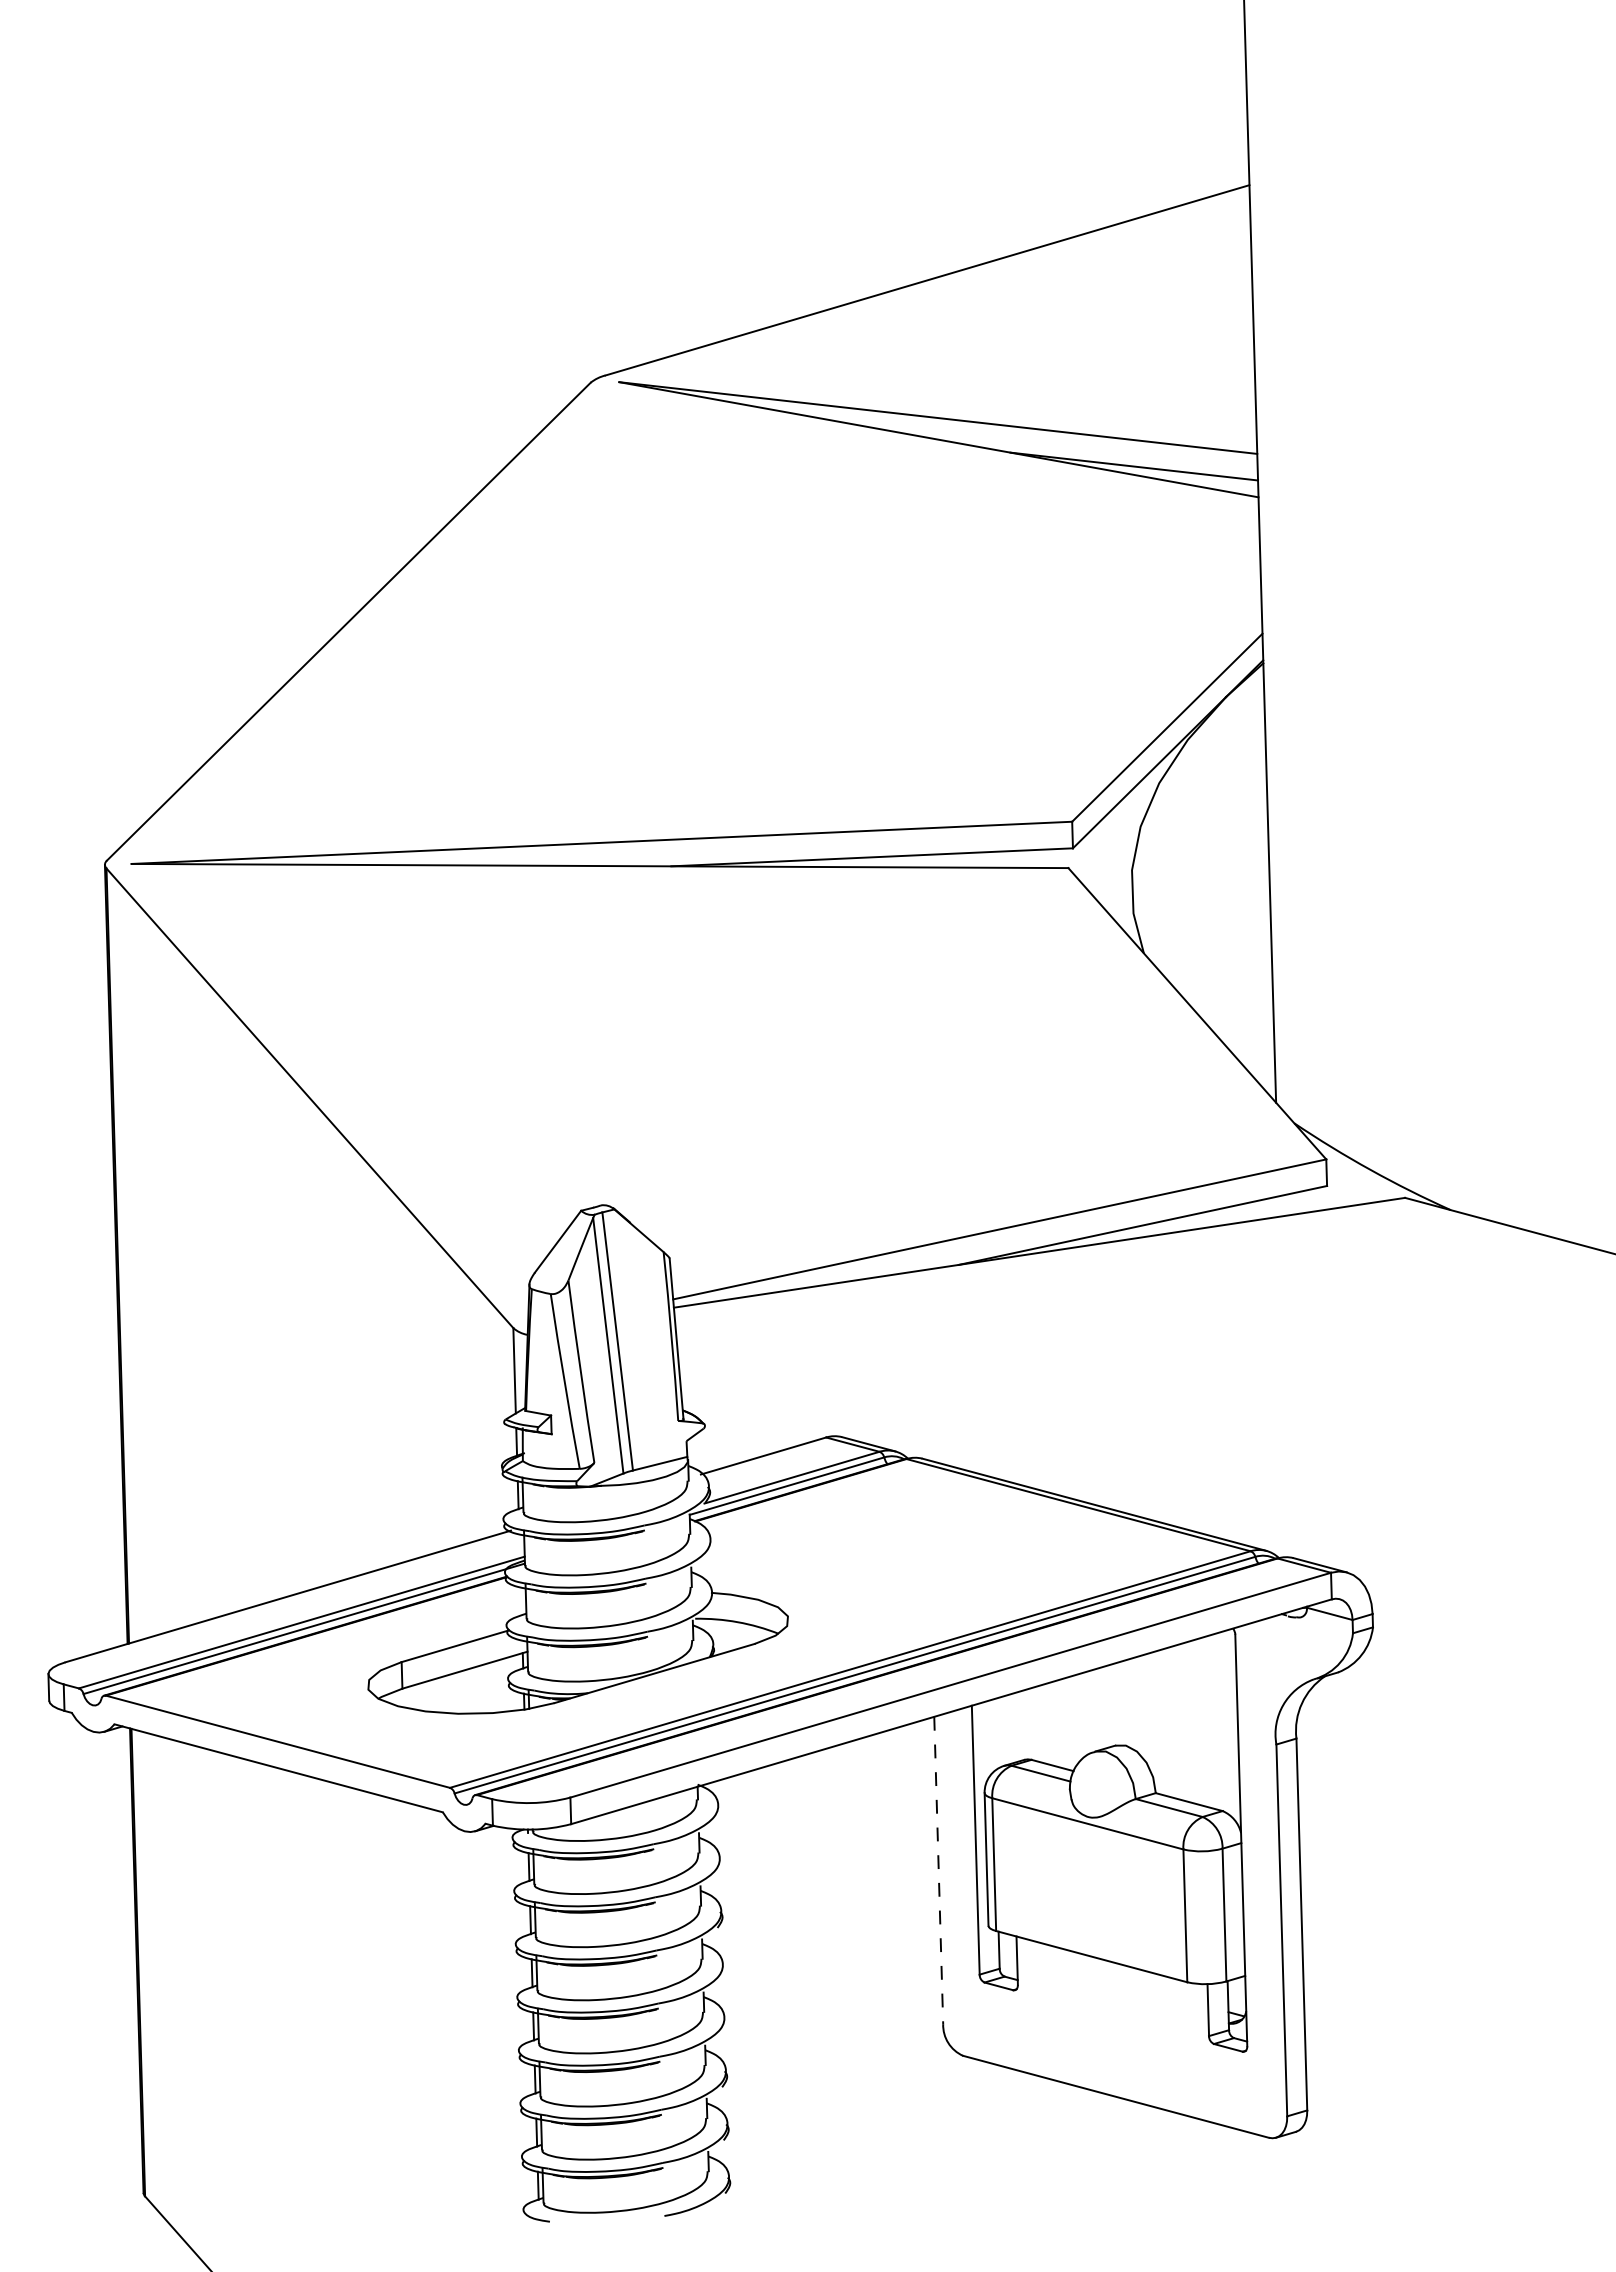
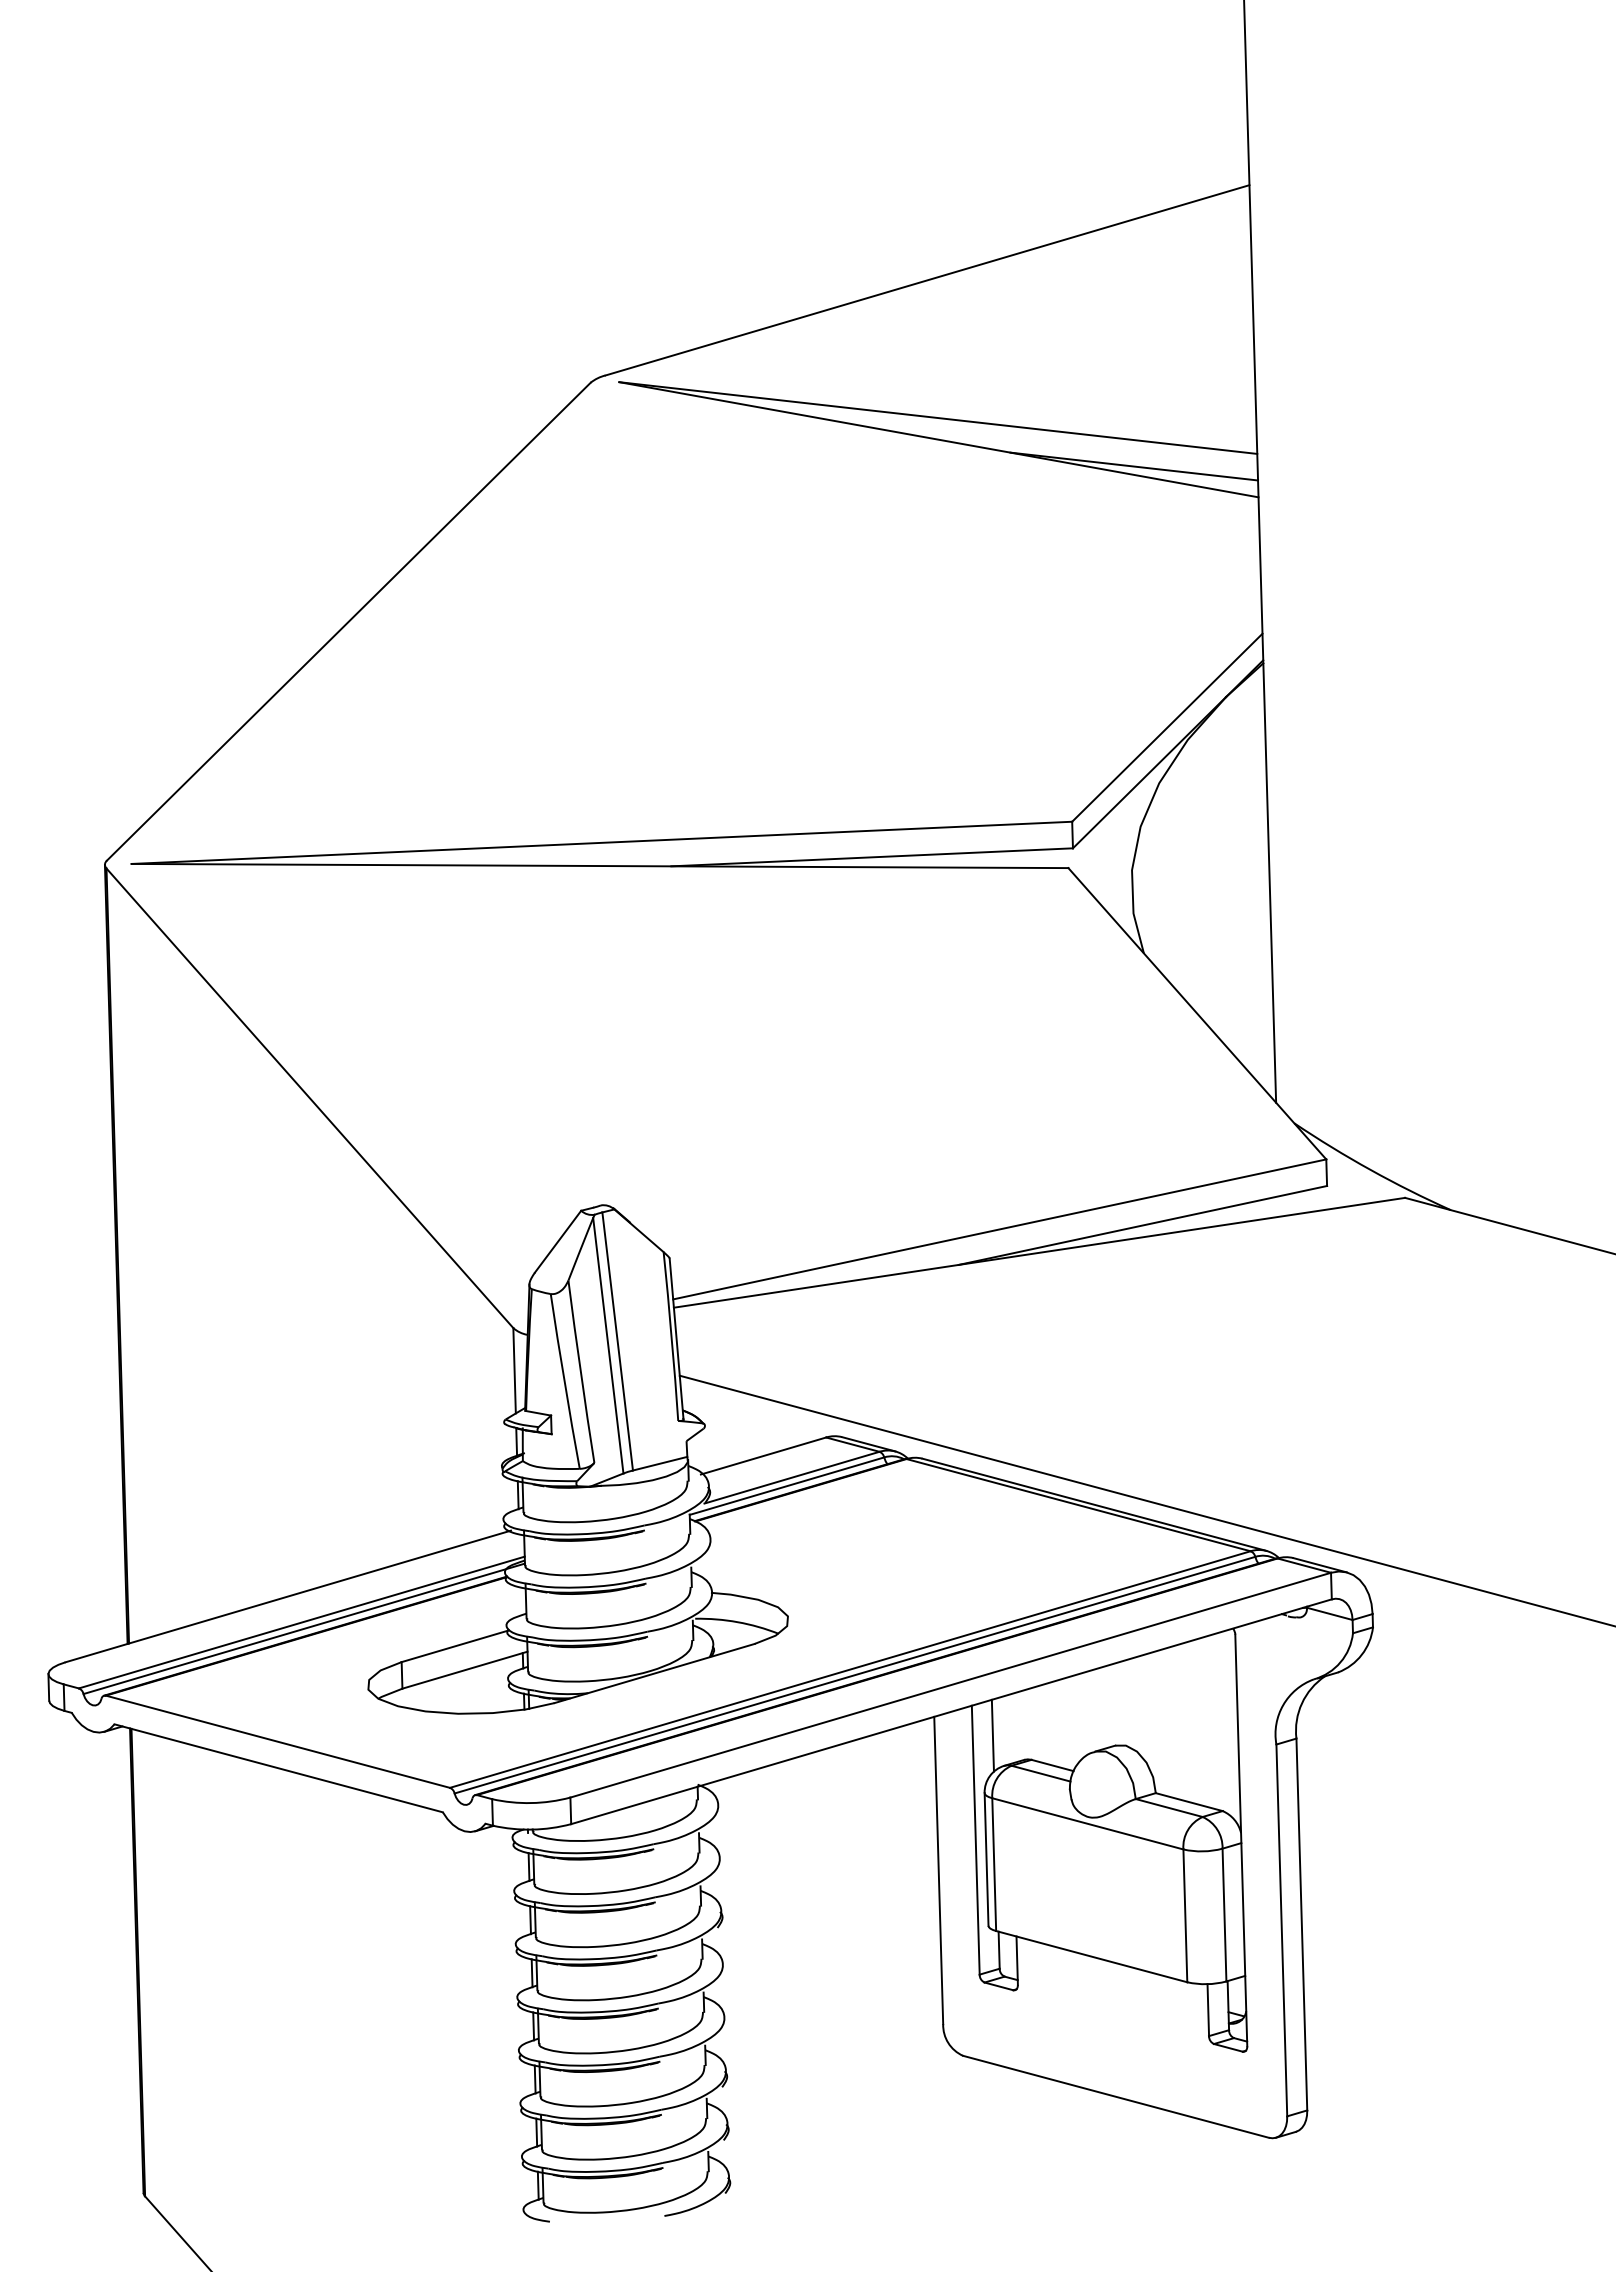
line at (1145, 1500): none -> present
line at (992, 1735): none -> present
line at (938, 1870): dashed -> solid
